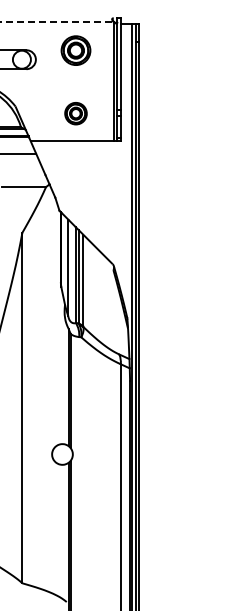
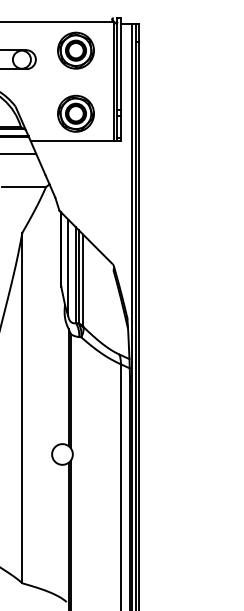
line at (57, 21): dashed -> solid
part at (75, 50) size: 32x31 px -> 38x39 px
part at (75, 113) size: 24x24 px -> 38x39 px
